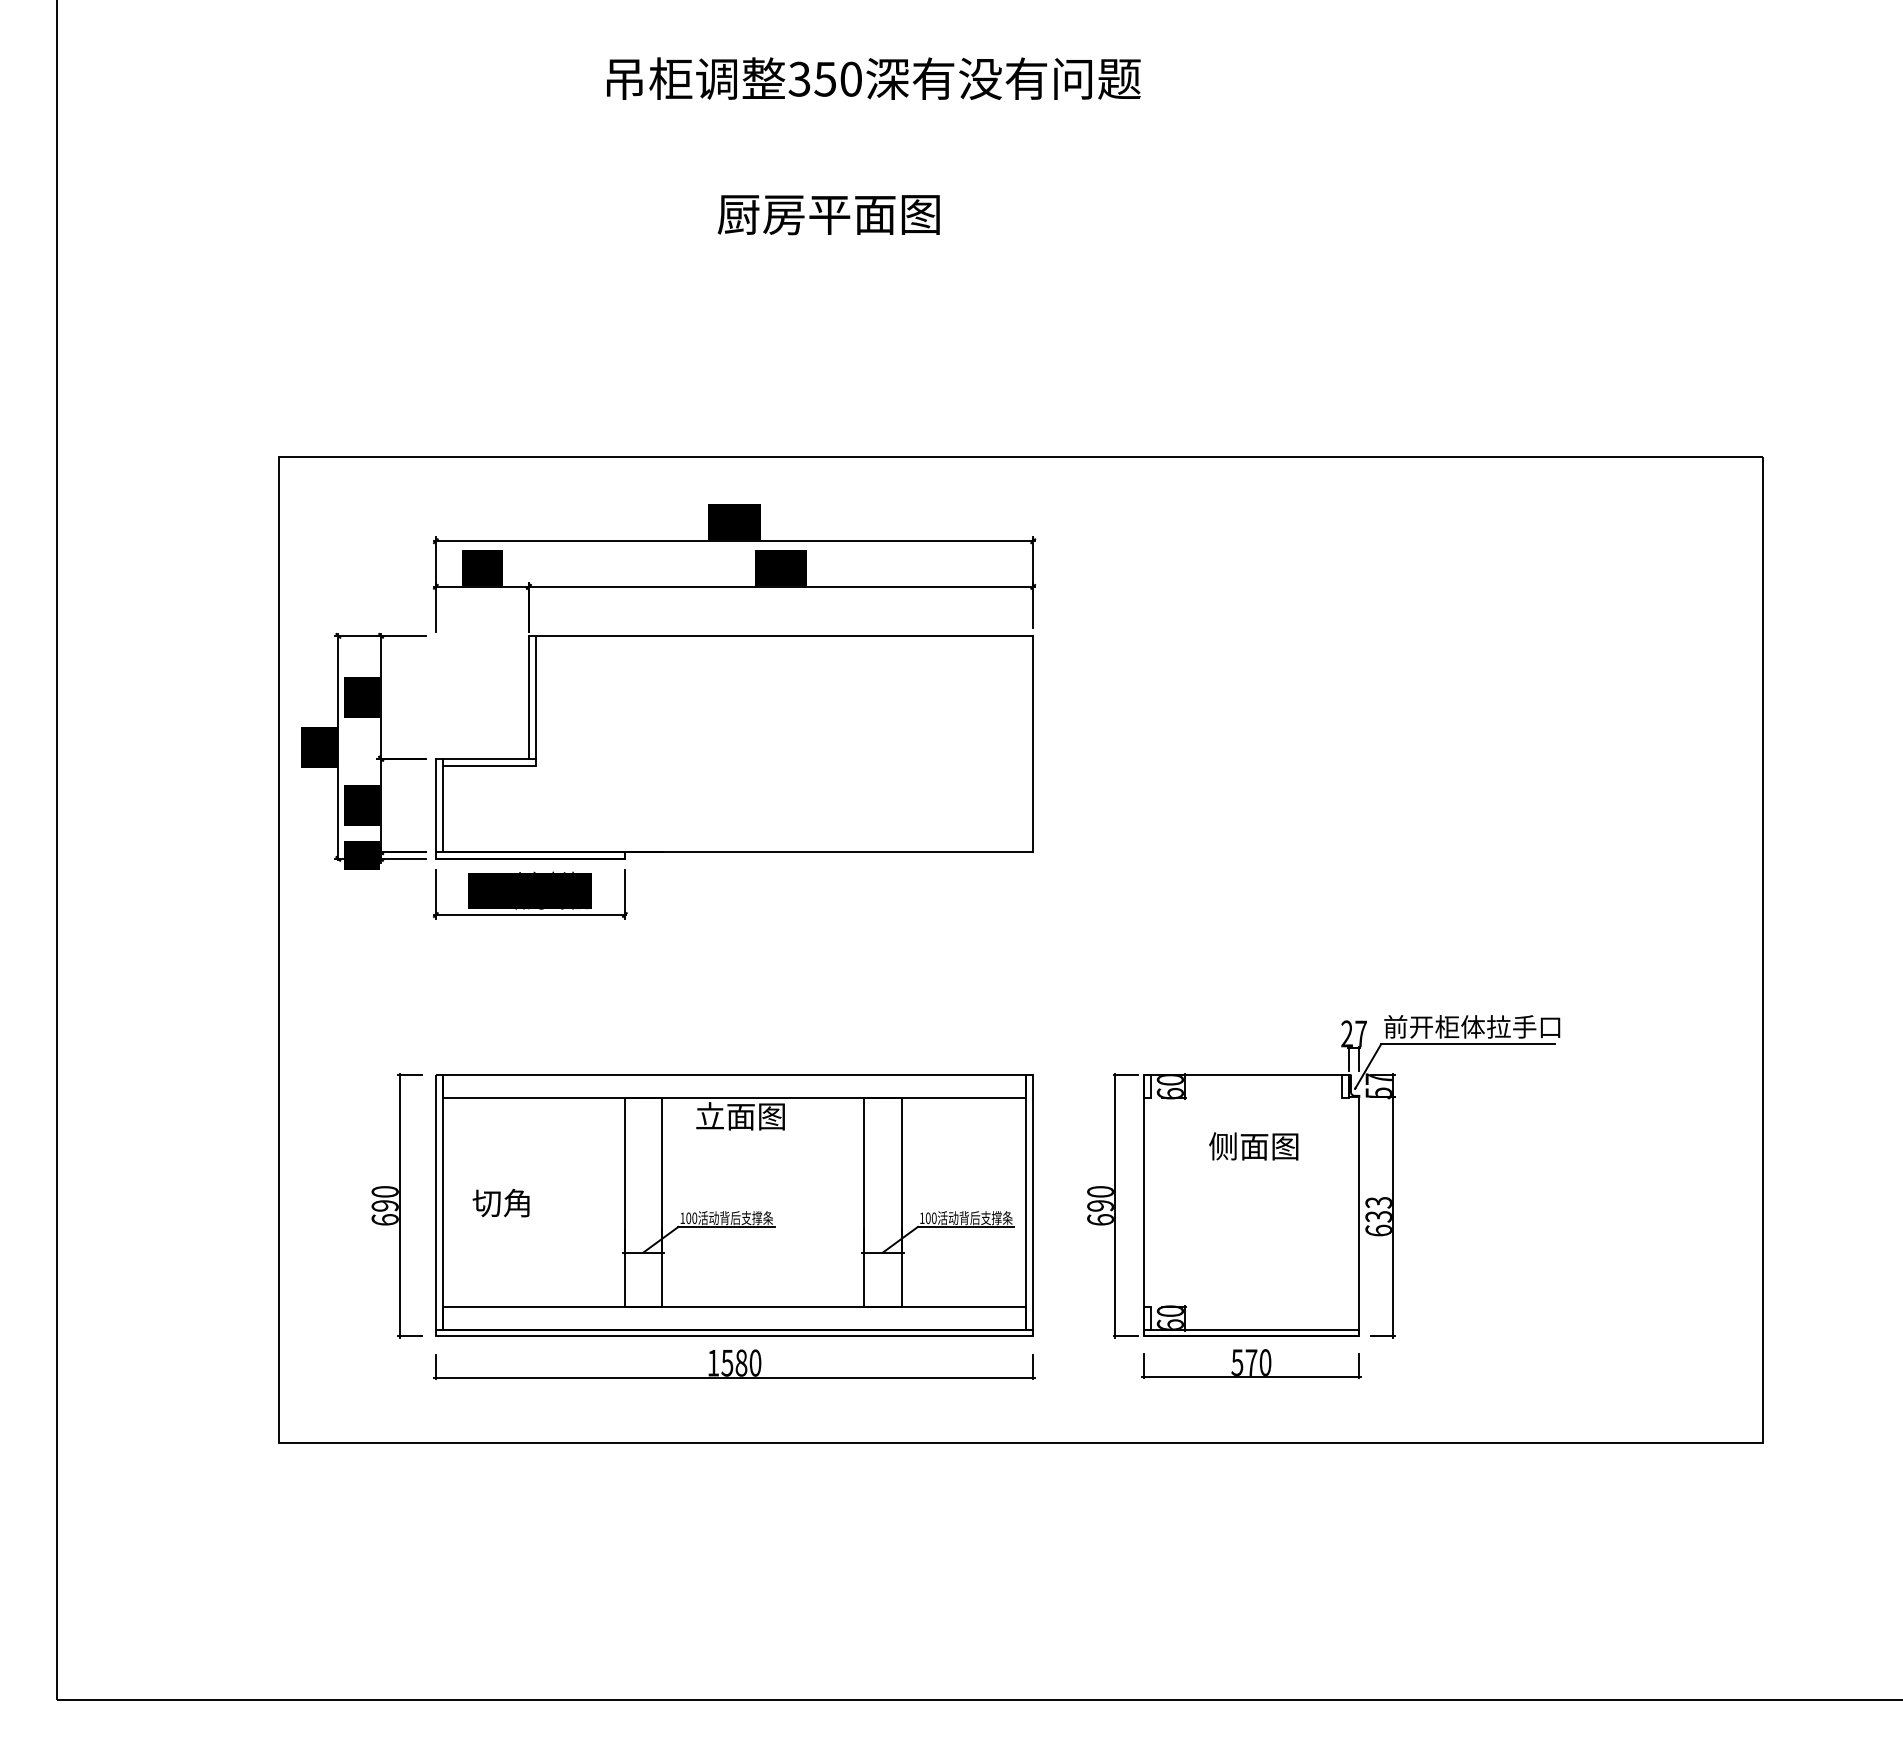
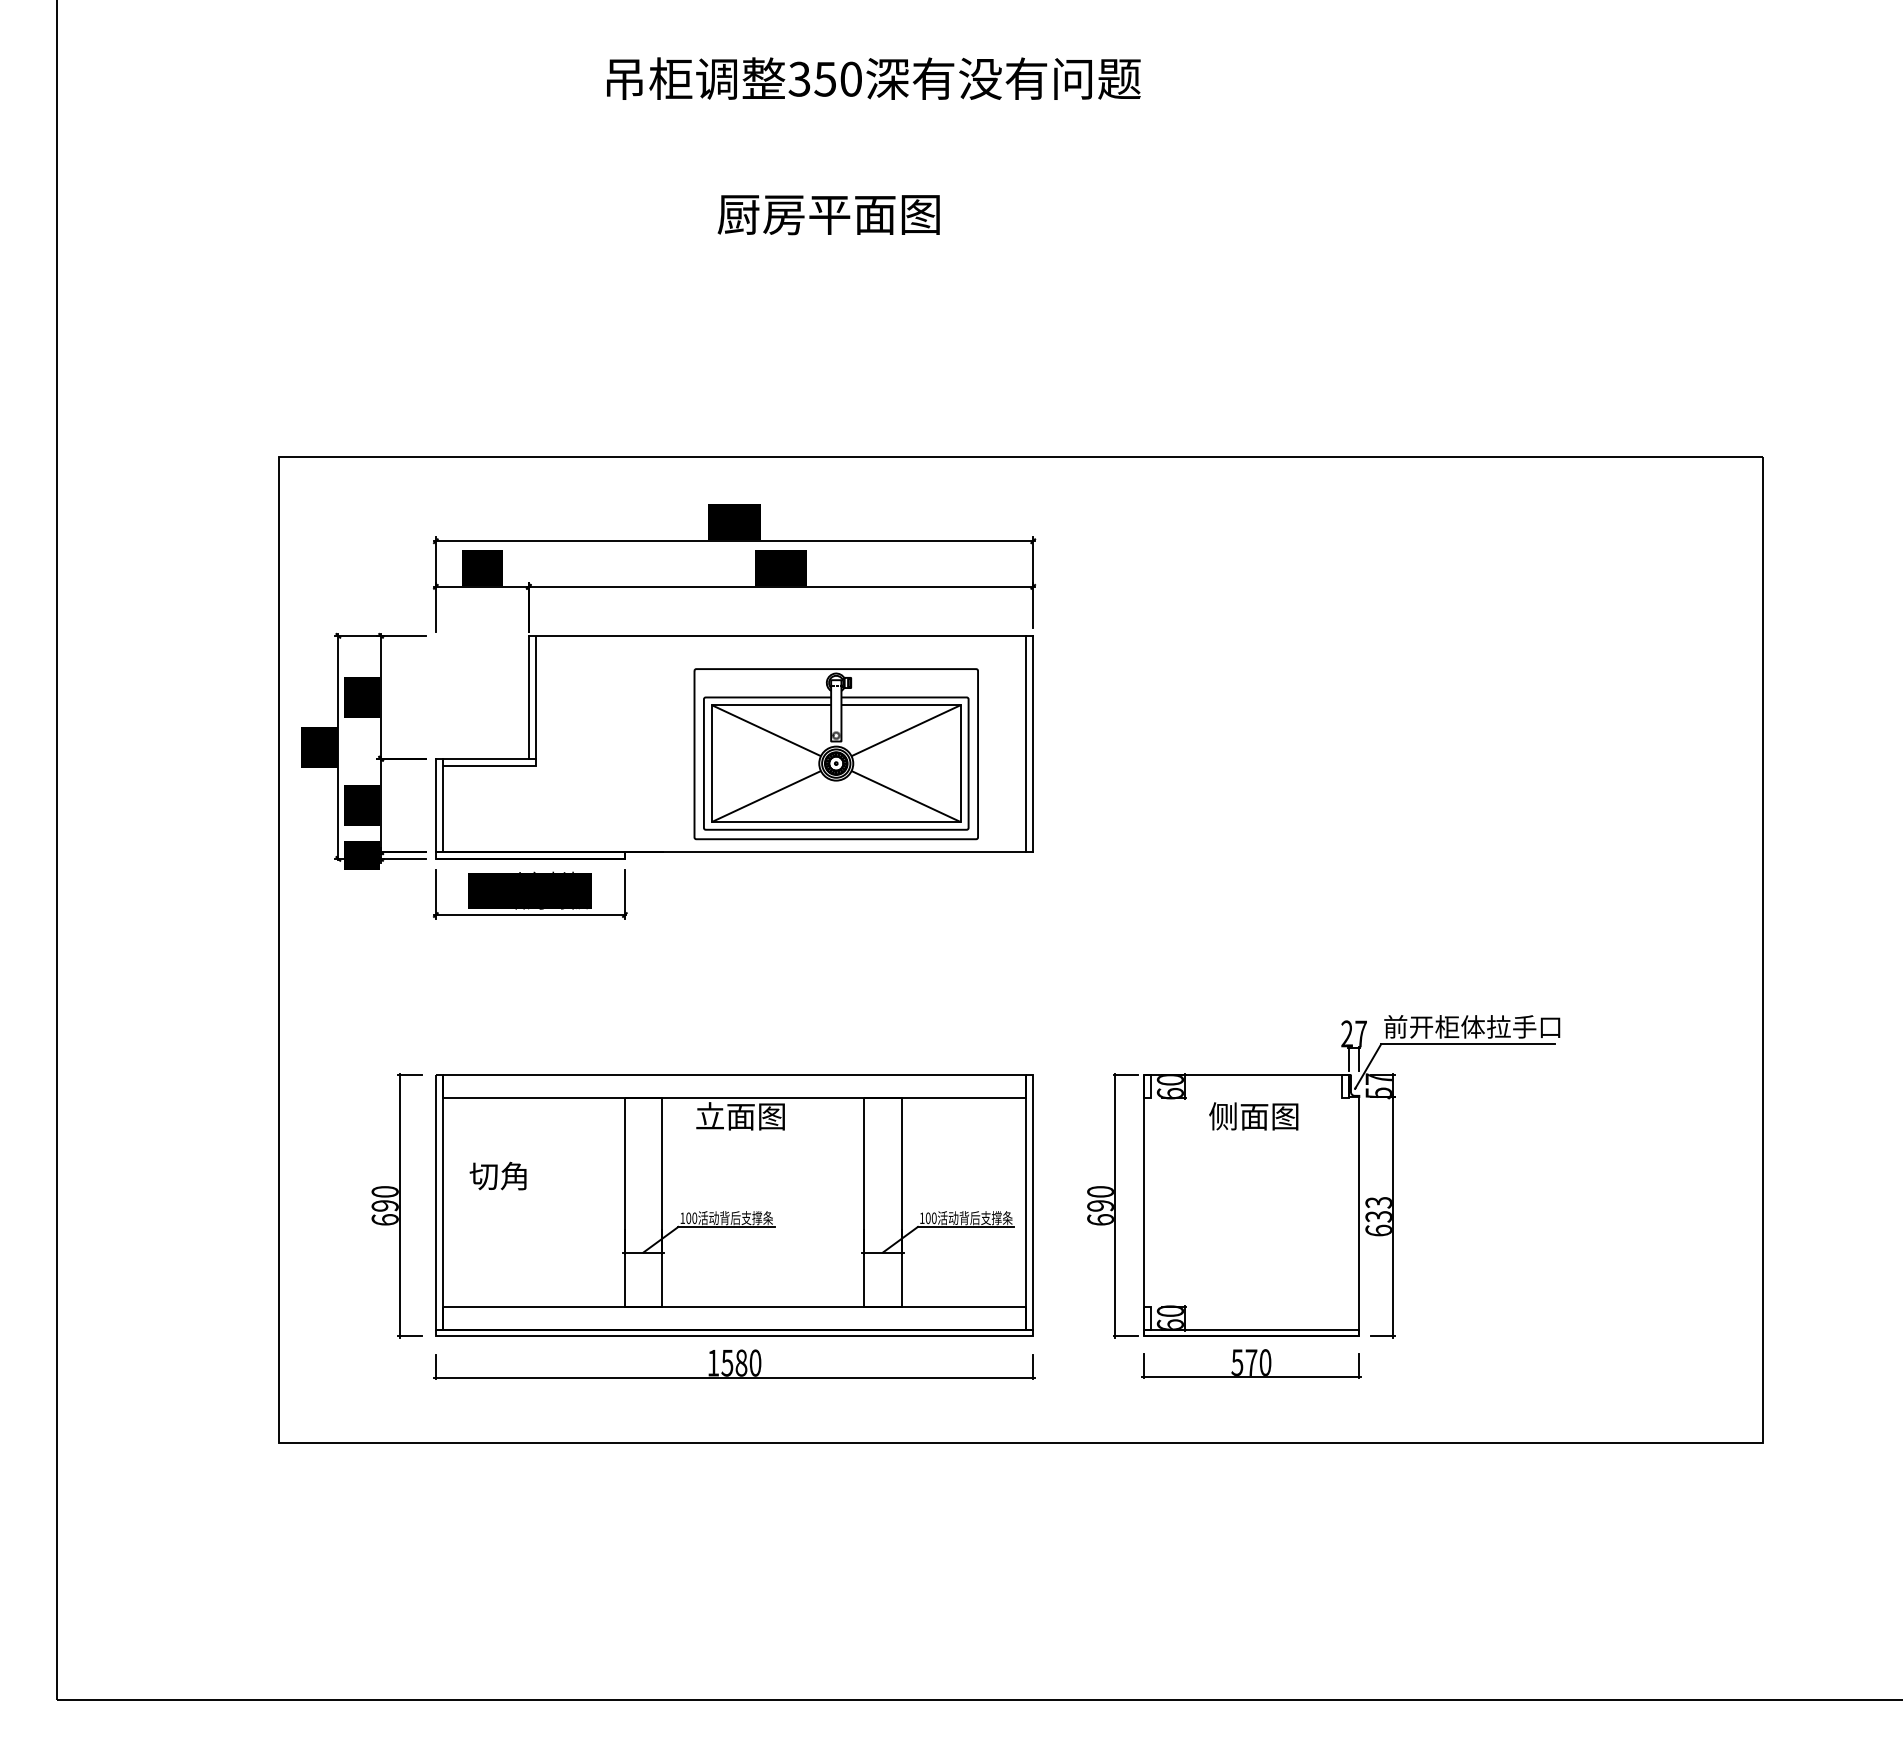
line at (1026, 743): none -> present
part at (835, 754): none -> present
text at (1253, 1146) position: (1253, 1146) -> (1253, 1116)
text at (500, 1202) position: (500, 1202) -> (497, 1175)
